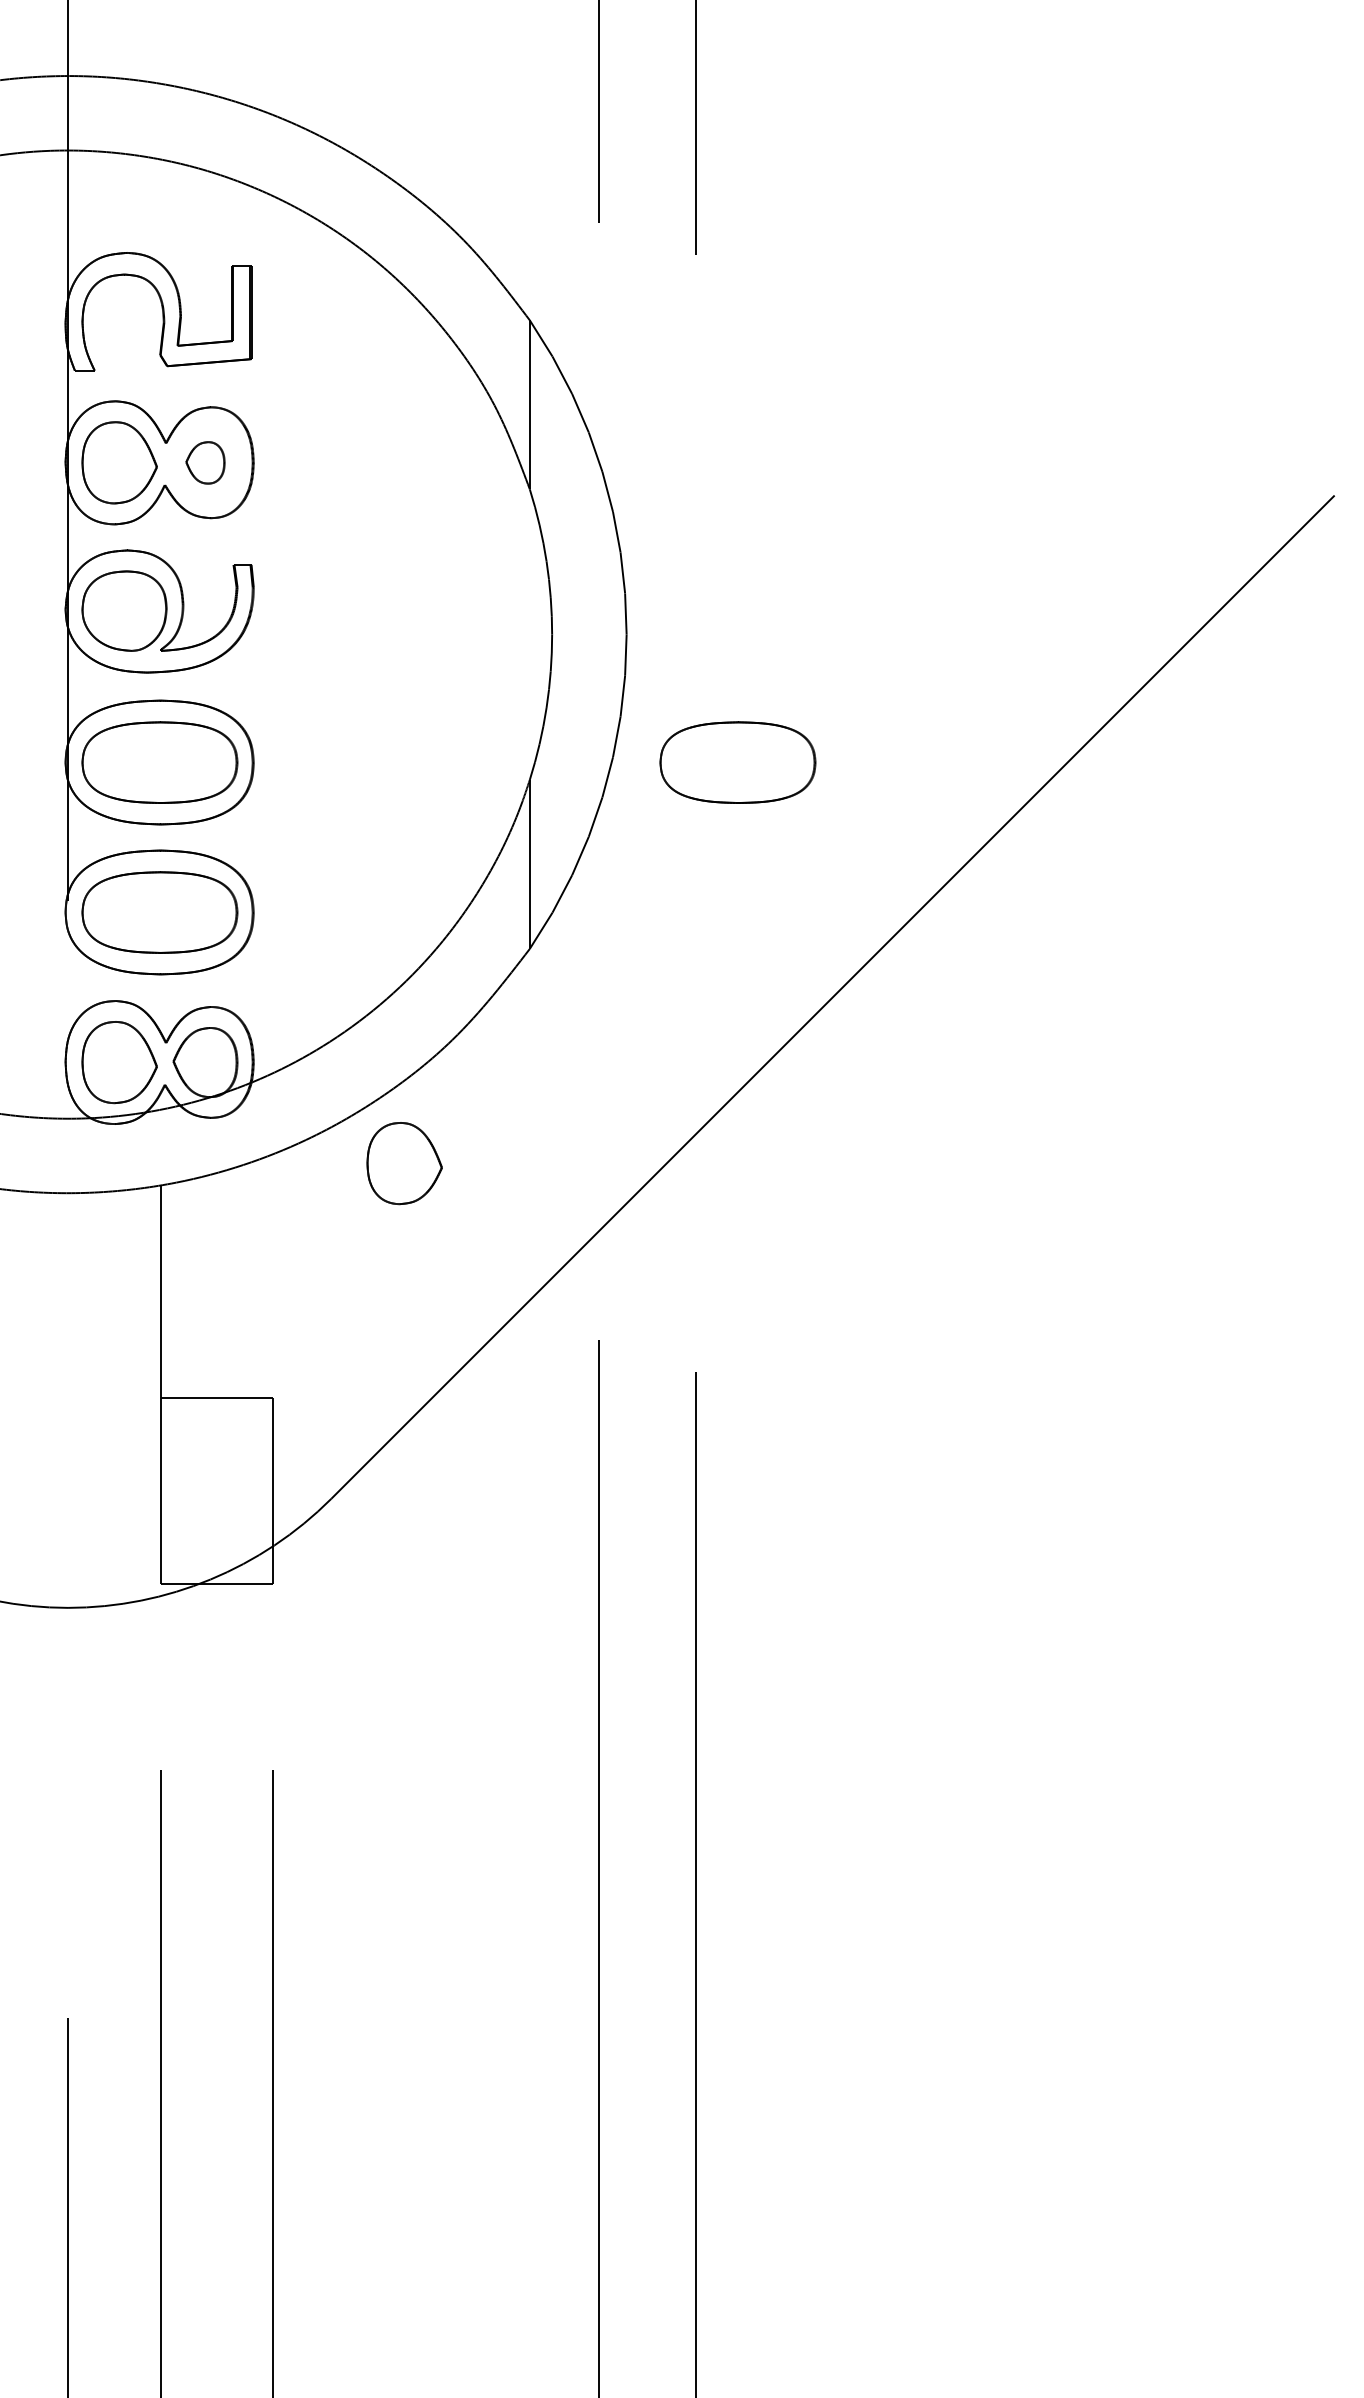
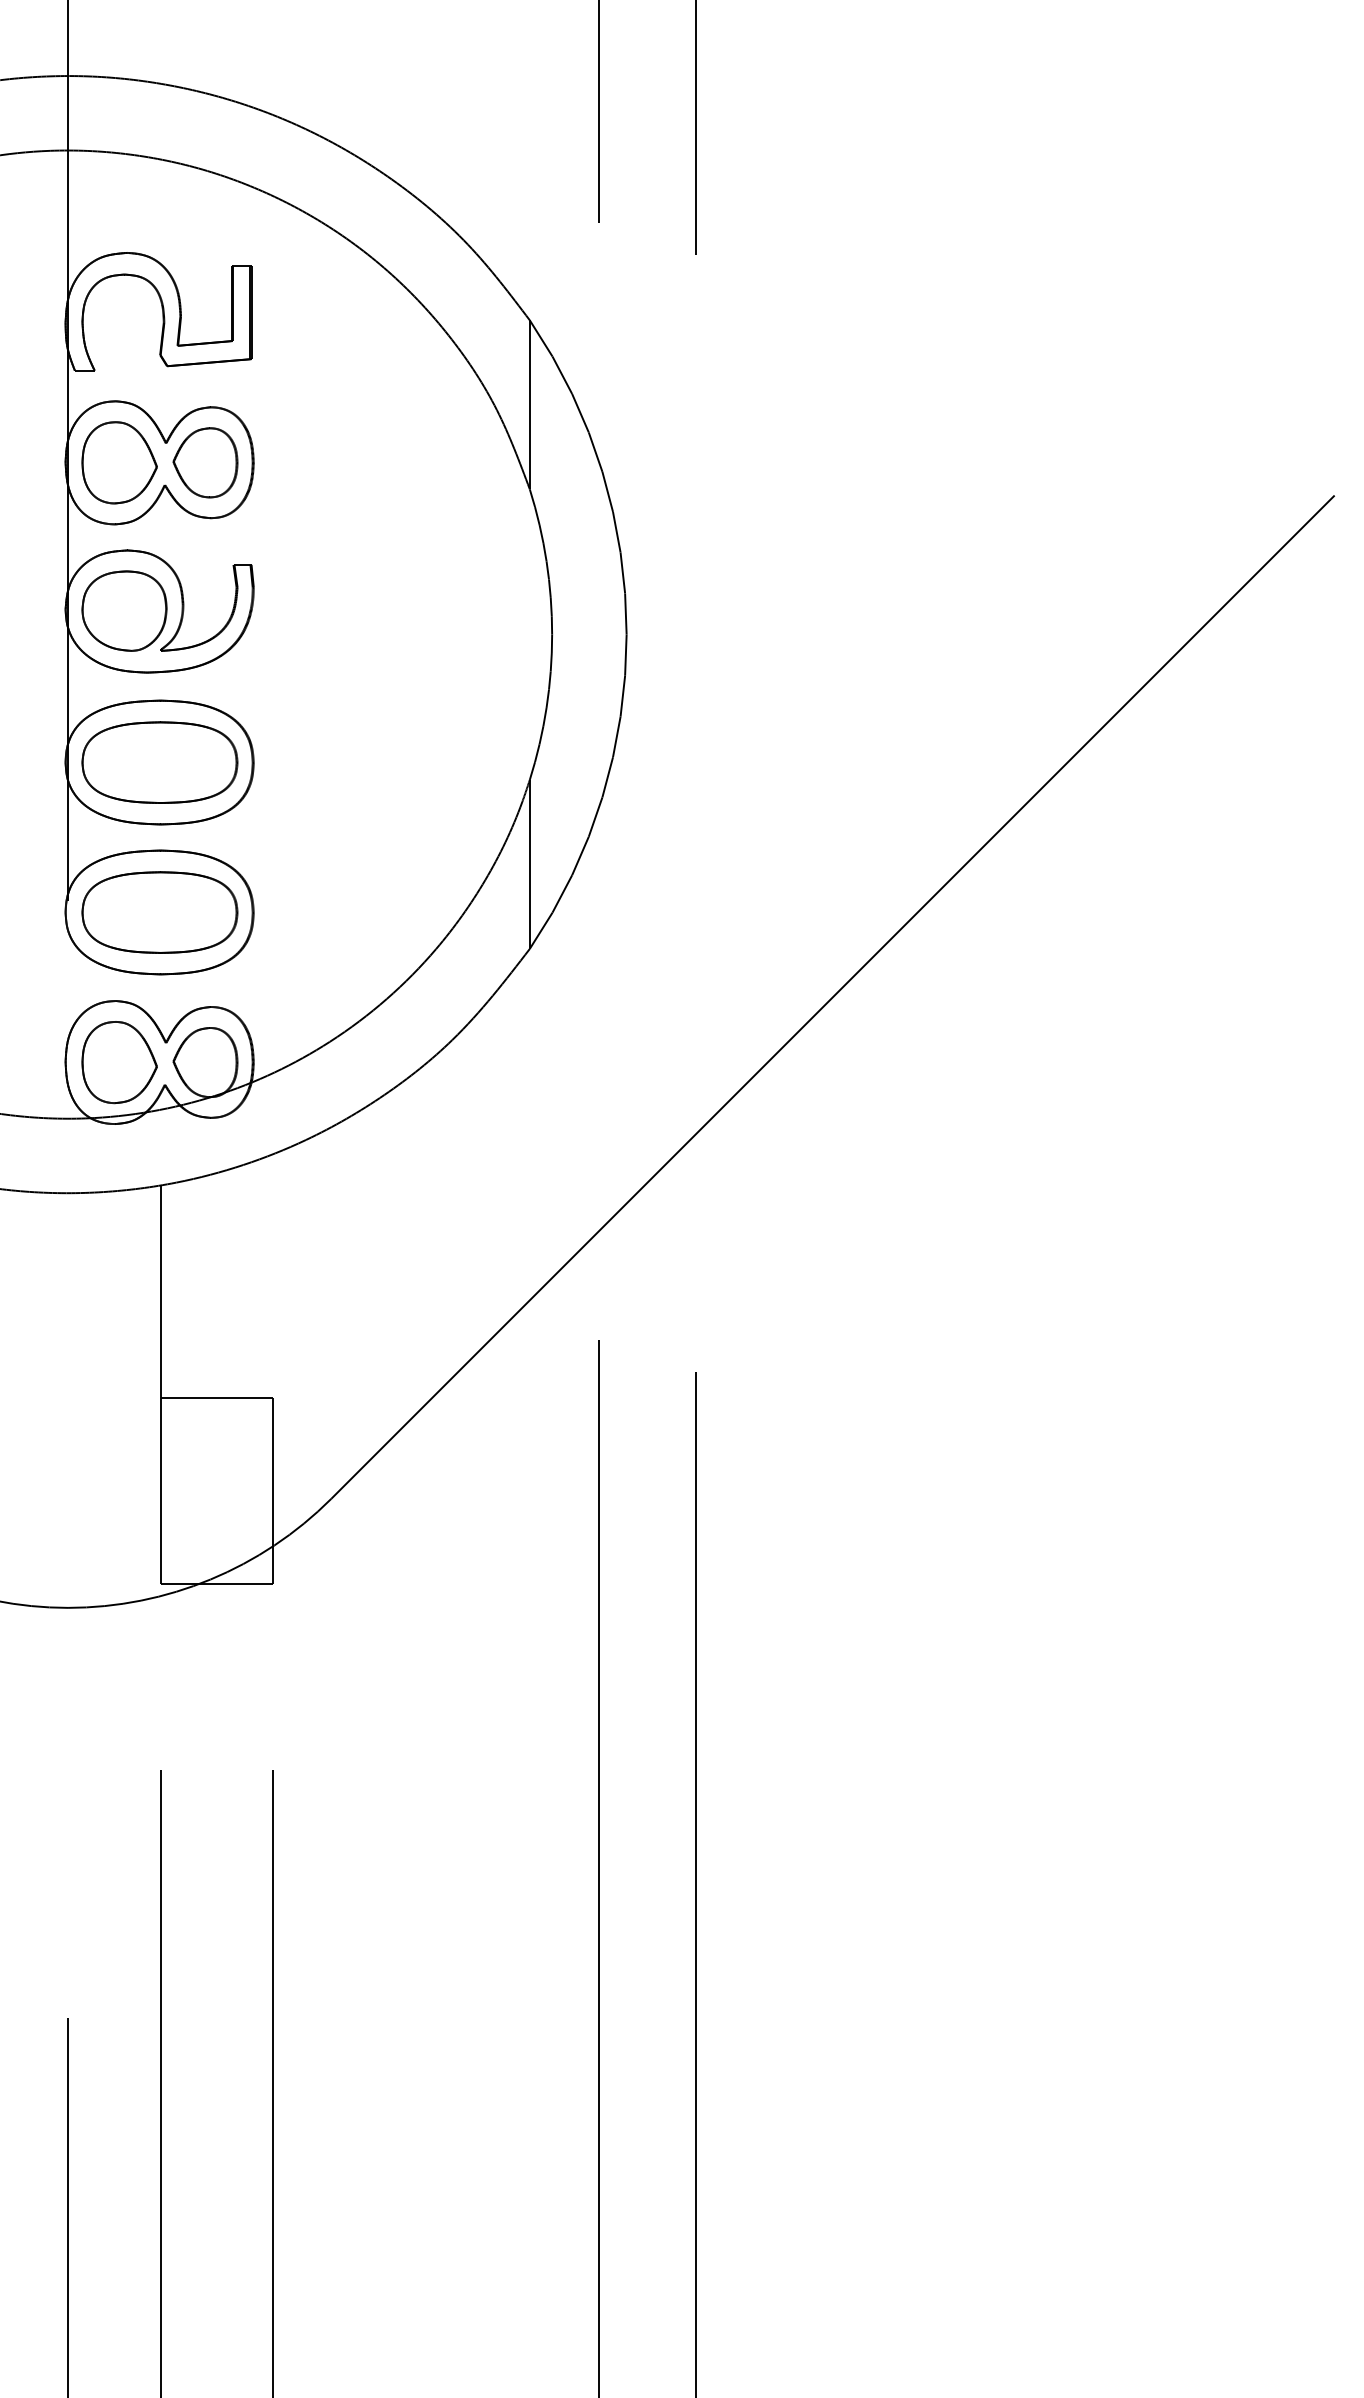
part at (205, 462) size: 41x44 px -> 67x72 px
part at (737, 762): present -> none
part at (404, 1163): present -> none
